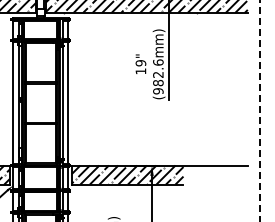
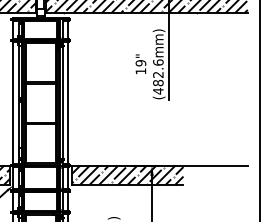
text at (158, 91): (982.6mm) -> (482.6mm)
line at (259, 110): dashed -> solid
